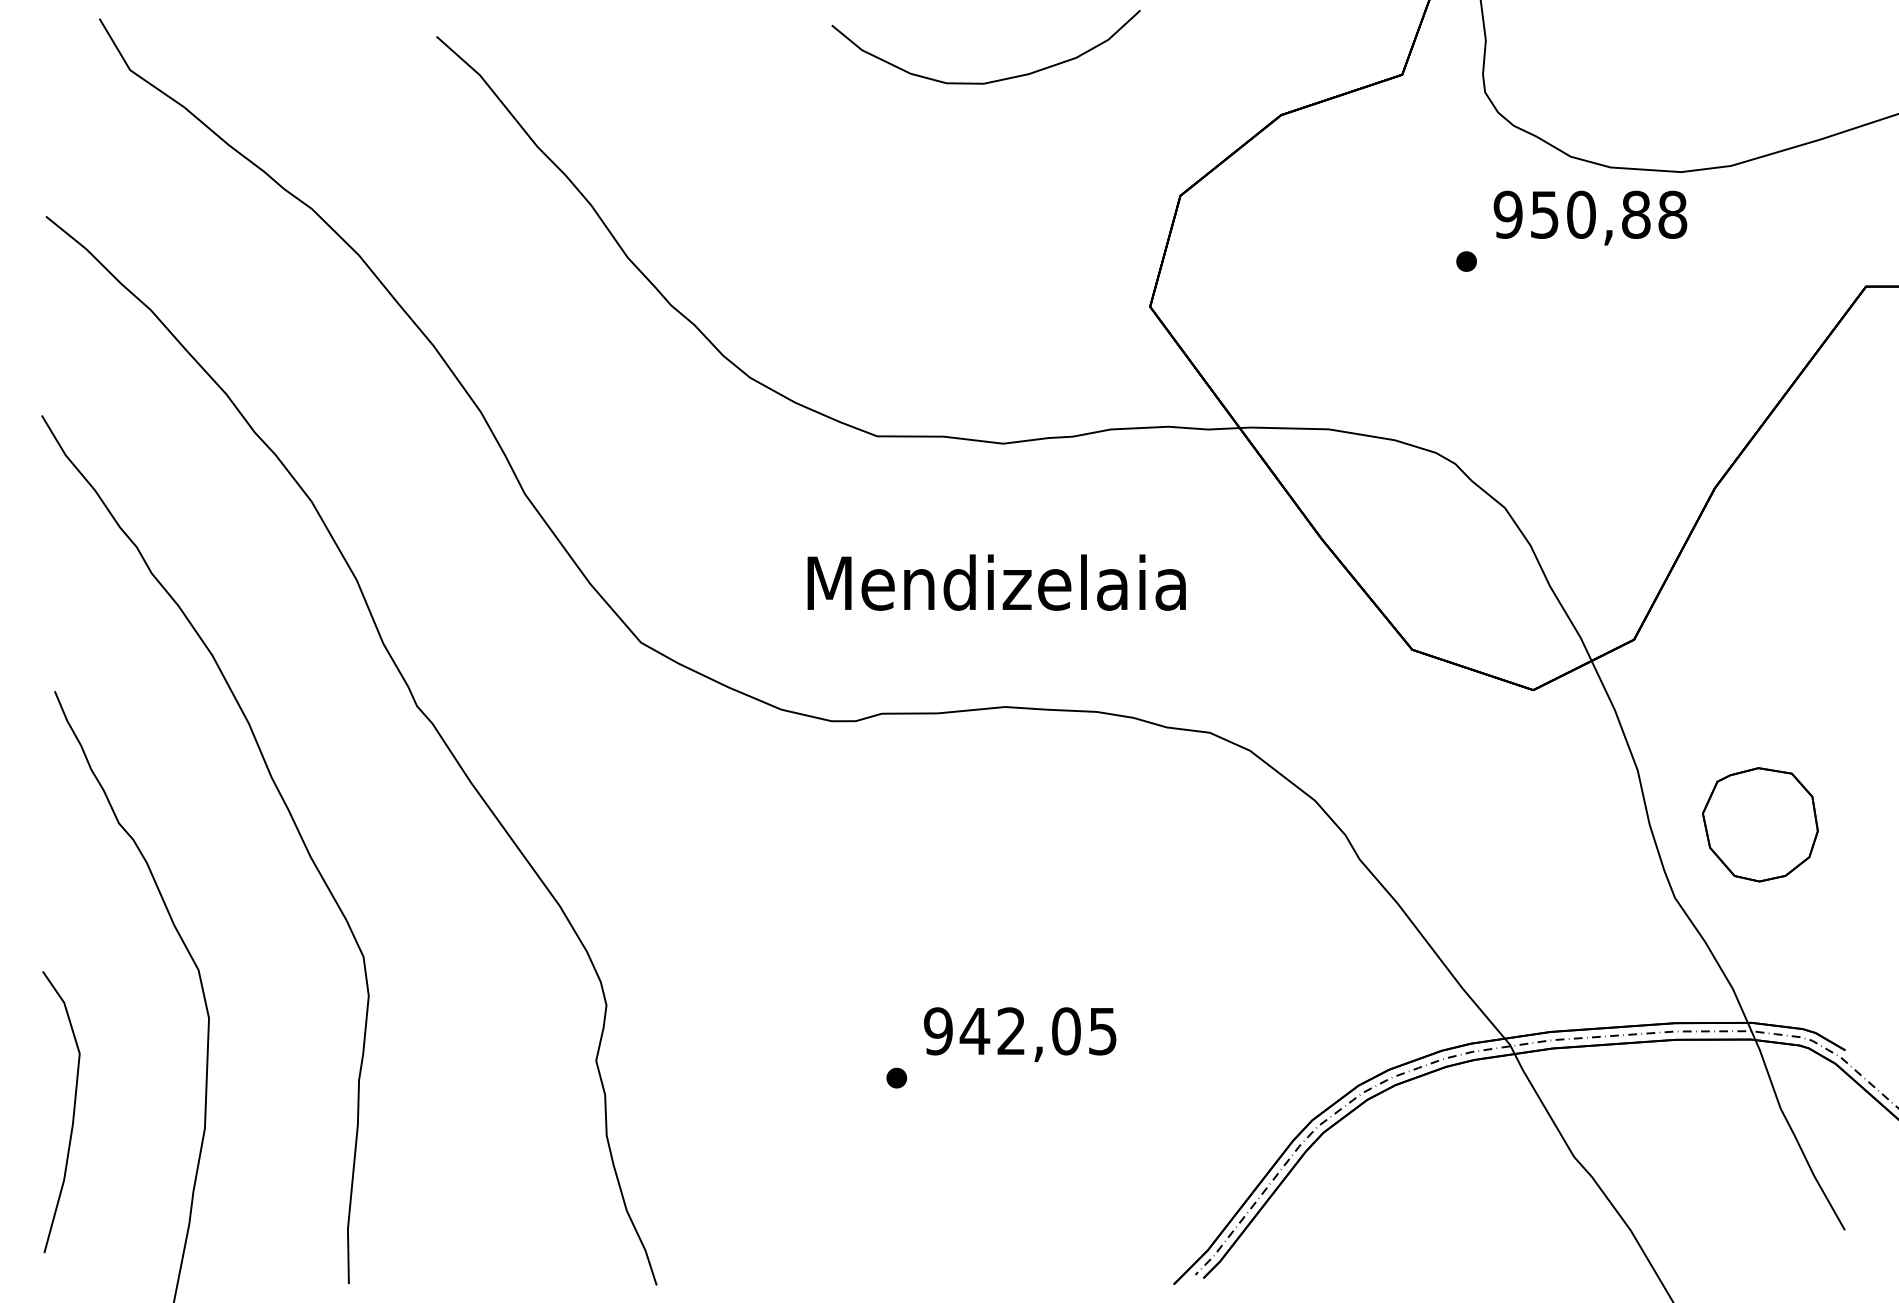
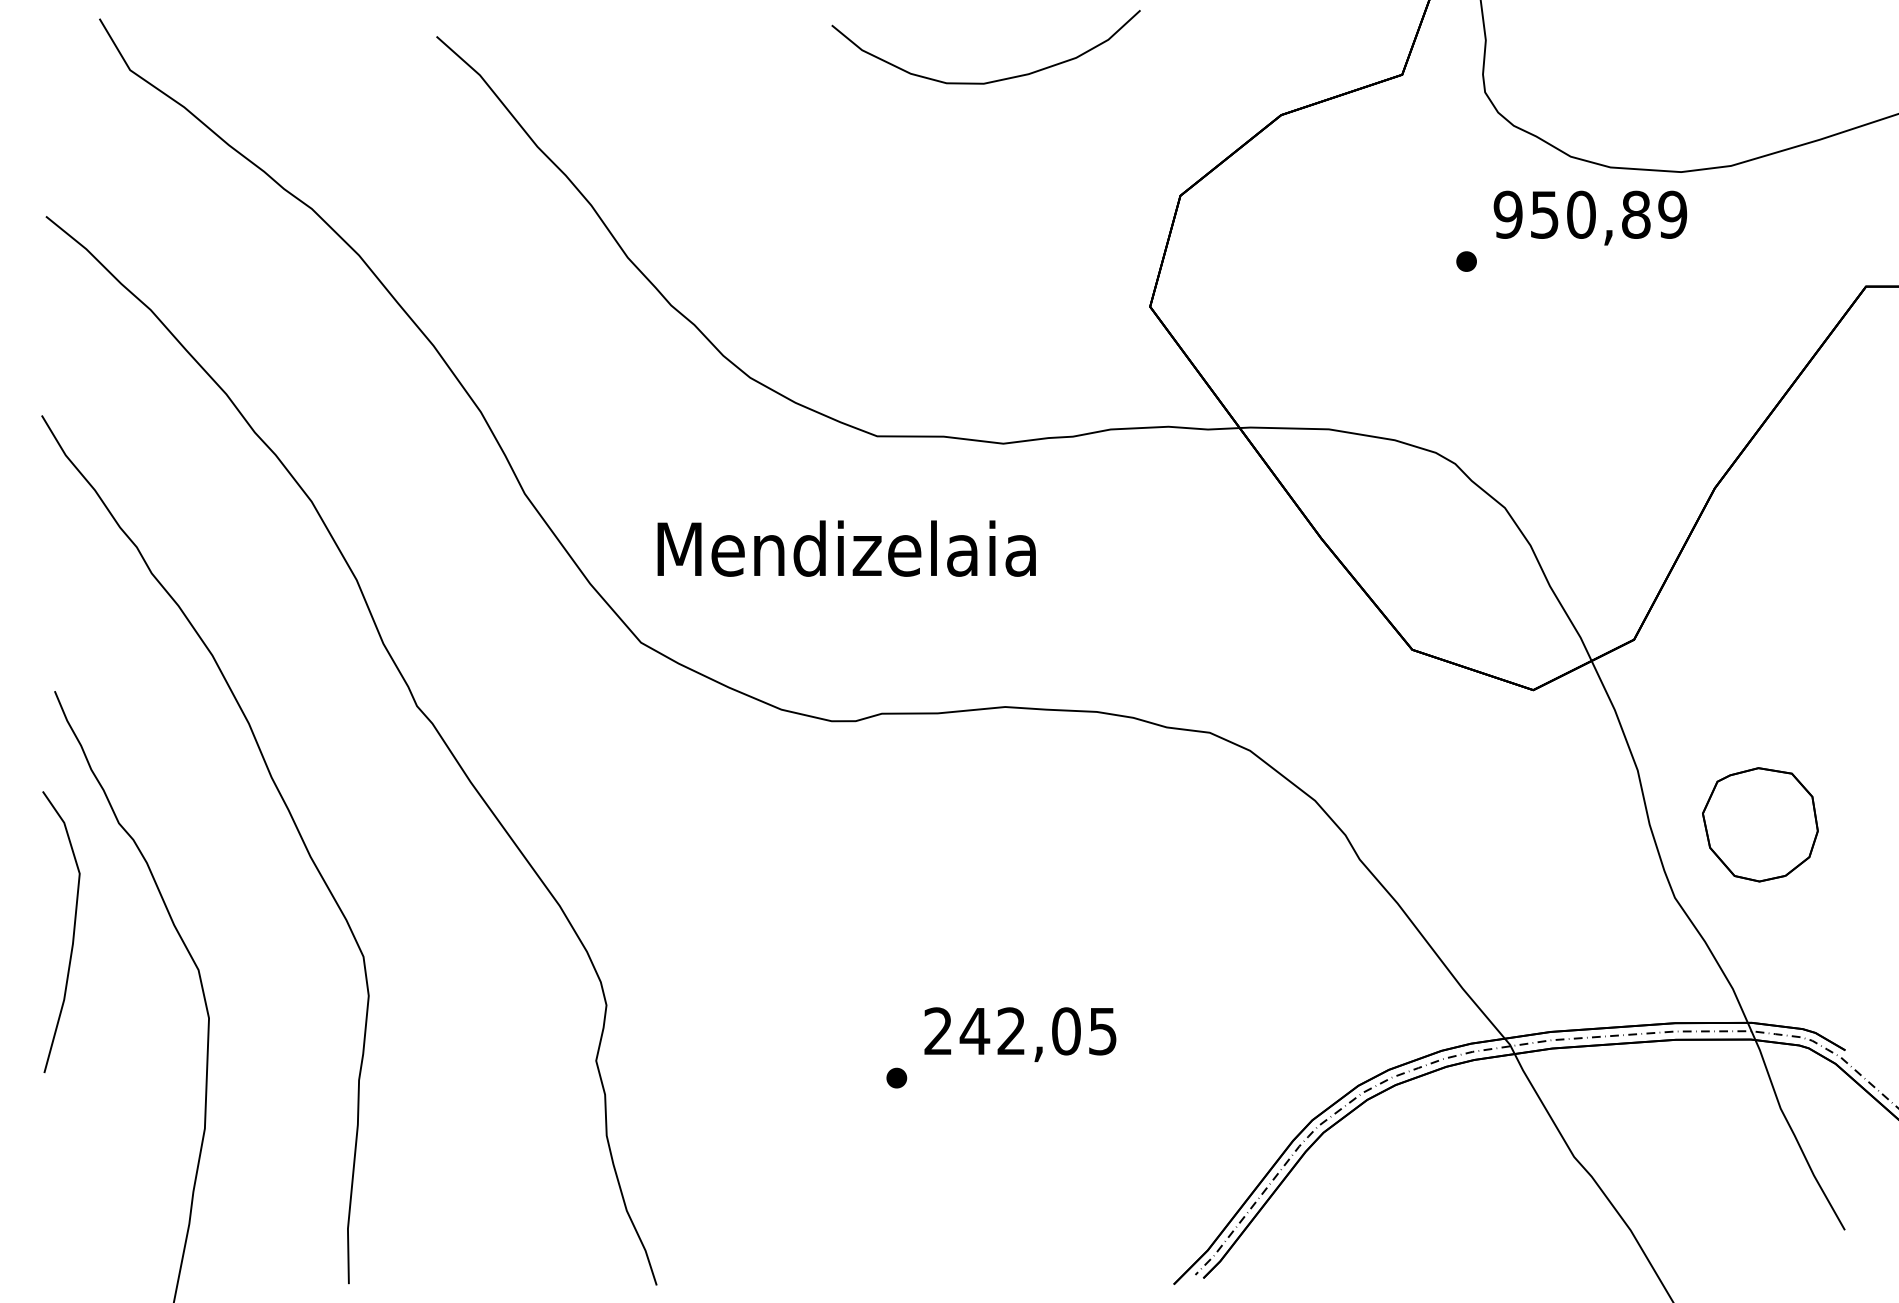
text at (1672, 214): 950,88 -> 950,89
text at (996, 582) position: (996, 582) -> (846, 548)
text at (938, 1031): 942,05 -> 242,05
curve at (72, 1115) position: (72, 1115) -> (72, 935)
